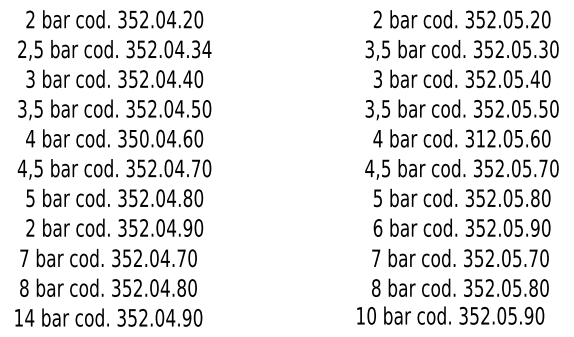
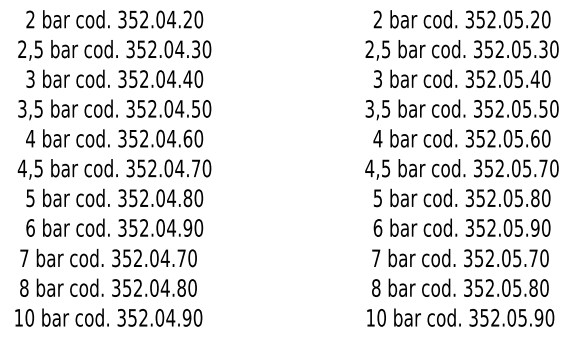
text at (206, 49): 352.04.34 -> 352.04.30
text at (369, 49): 3,5 -> 2,5
text at (144, 138): 350.04.60 -> 352.04.60
text at (480, 138): 312.05.60 -> 352.05.60
text at (30, 227): 2 -> 6
text at (450, 315) position: (450, 315) -> (460, 317)
text at (29, 317): 14 -> 10
